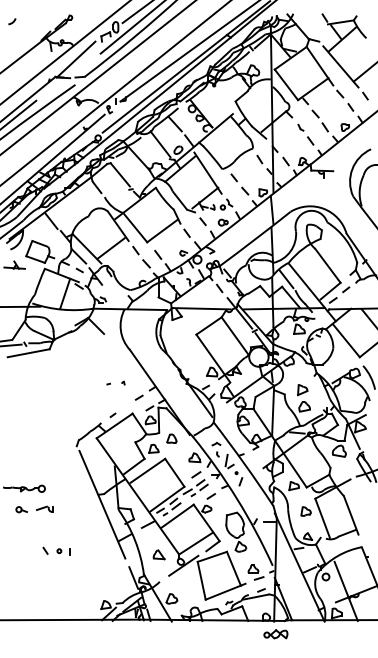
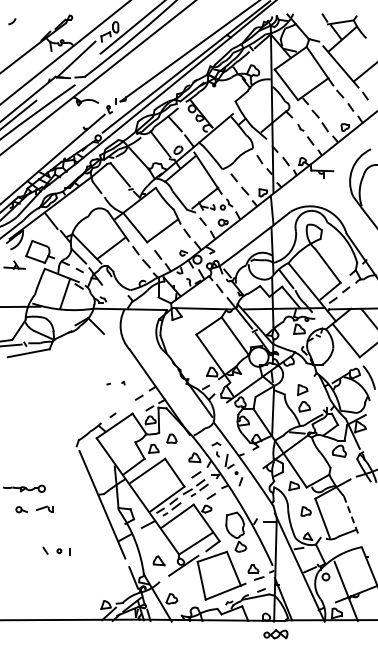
line at (136, 12): present -> none
line at (115, 93): present -> none
line at (351, 515): solid -> dashed
part at (158, 554) position: (158, 554) -> (158, 560)
